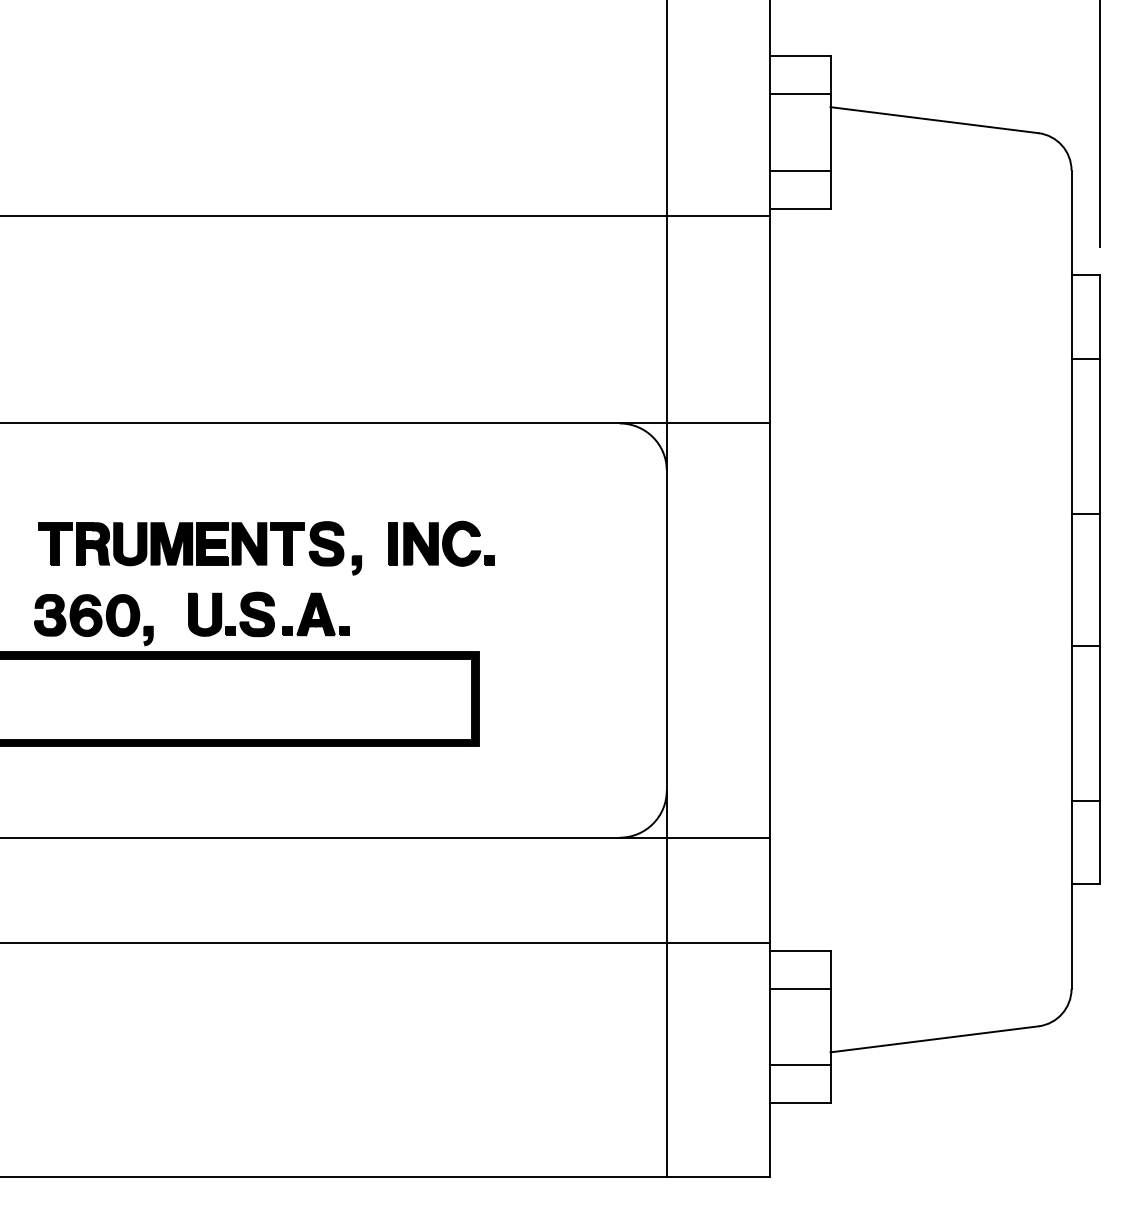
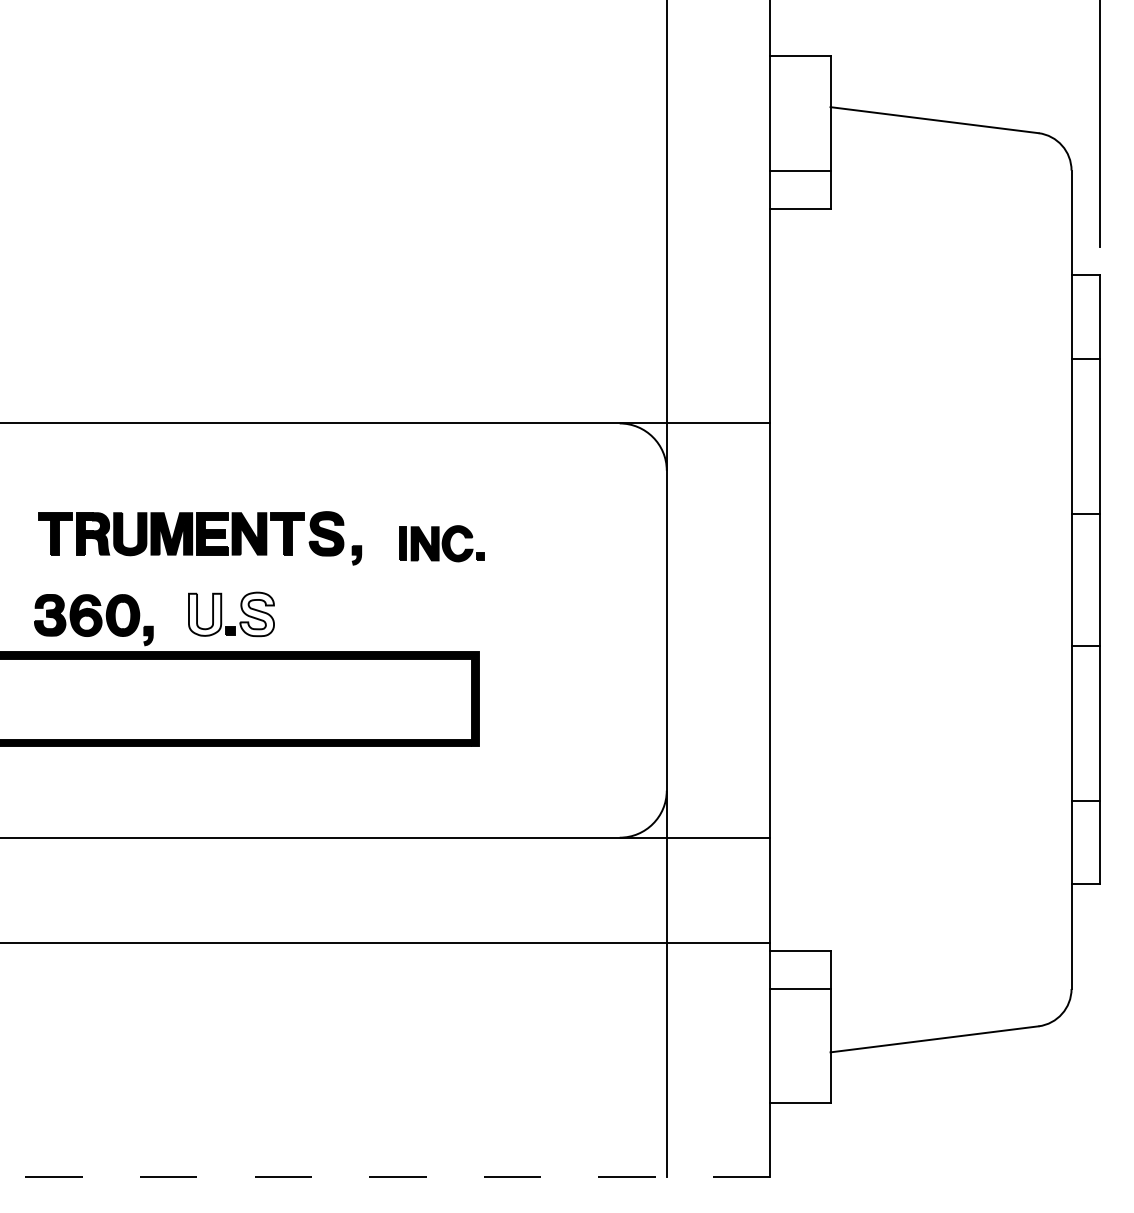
line at (800, 94): present -> none
line at (386, 216): present -> none
part at (441, 543) size: 107x47 px -> 86x38 px
part at (200, 548) position: (200, 548) -> (200, 538)
fill at (204, 614): present -> none
fill at (257, 614): present -> none
part at (315, 614): present -> none
line at (800, 1064): present -> none
line at (385, 1176): solid -> dashed
